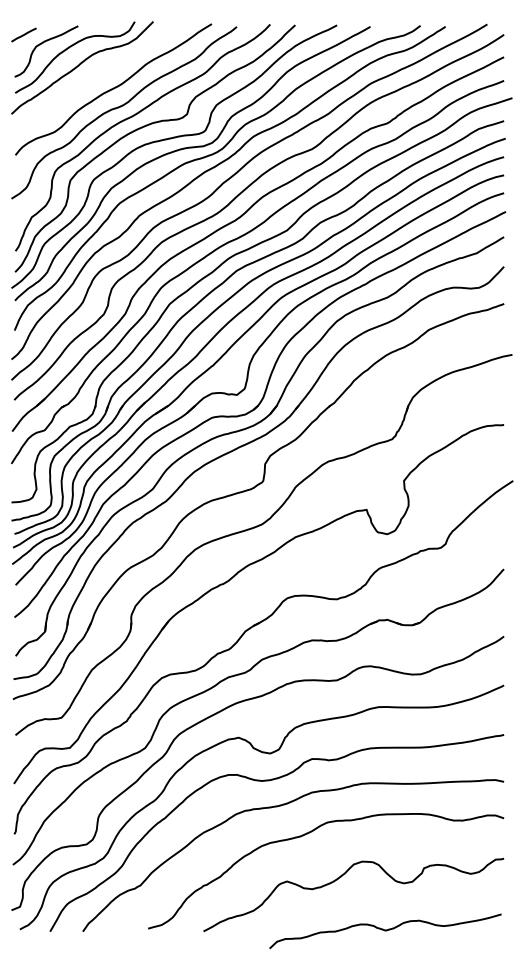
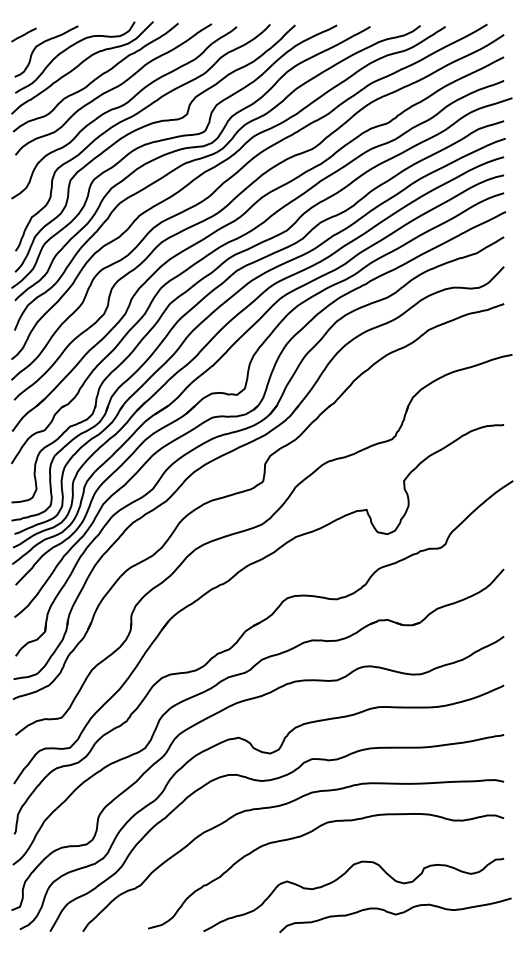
curve at (96, 77): none -> present
curve at (385, 931) position: (385, 931) -> (395, 915)
